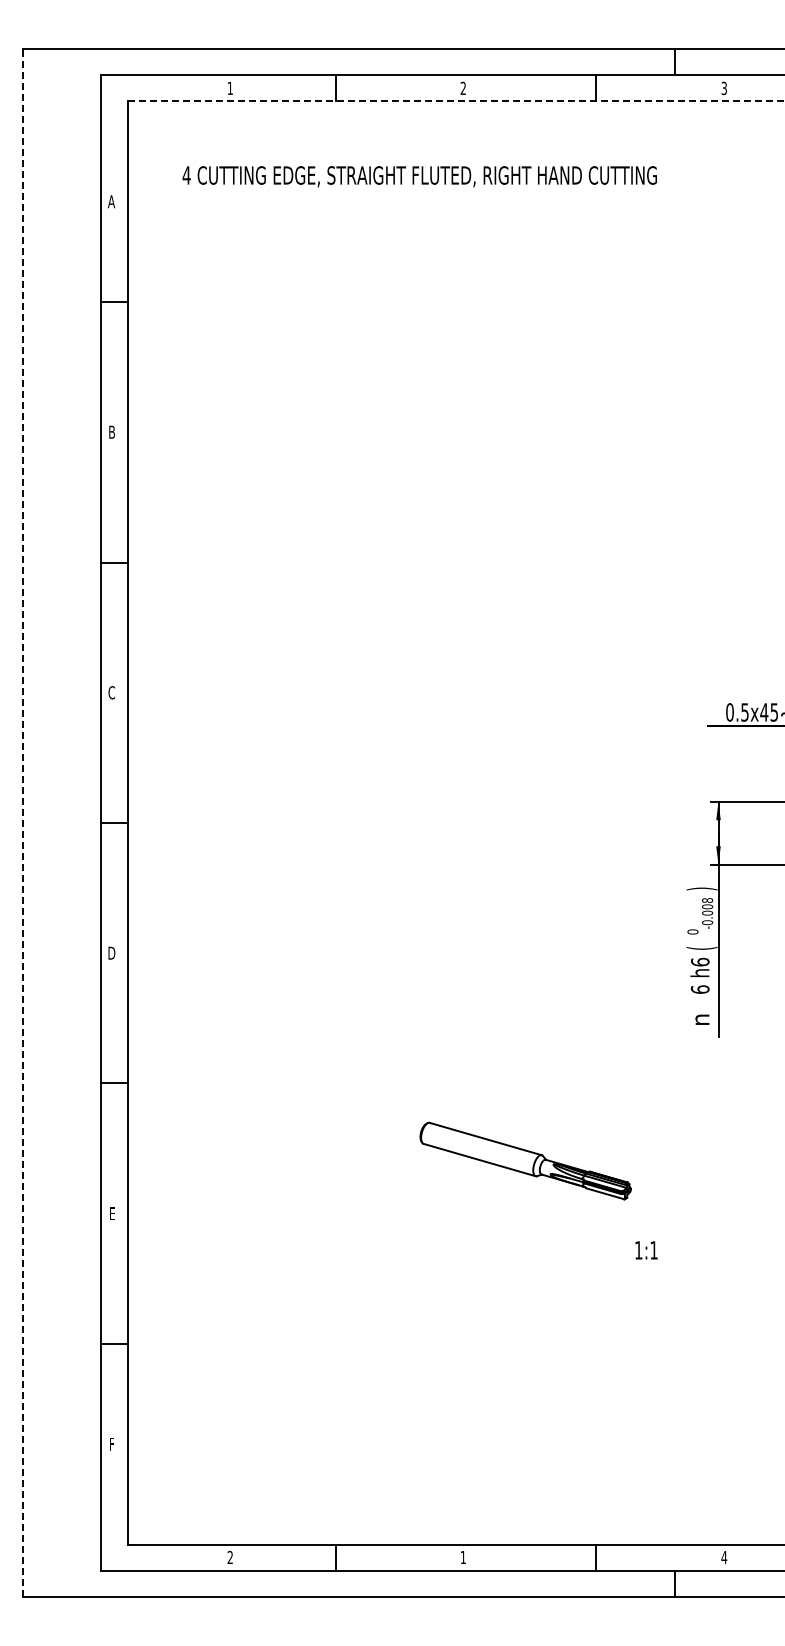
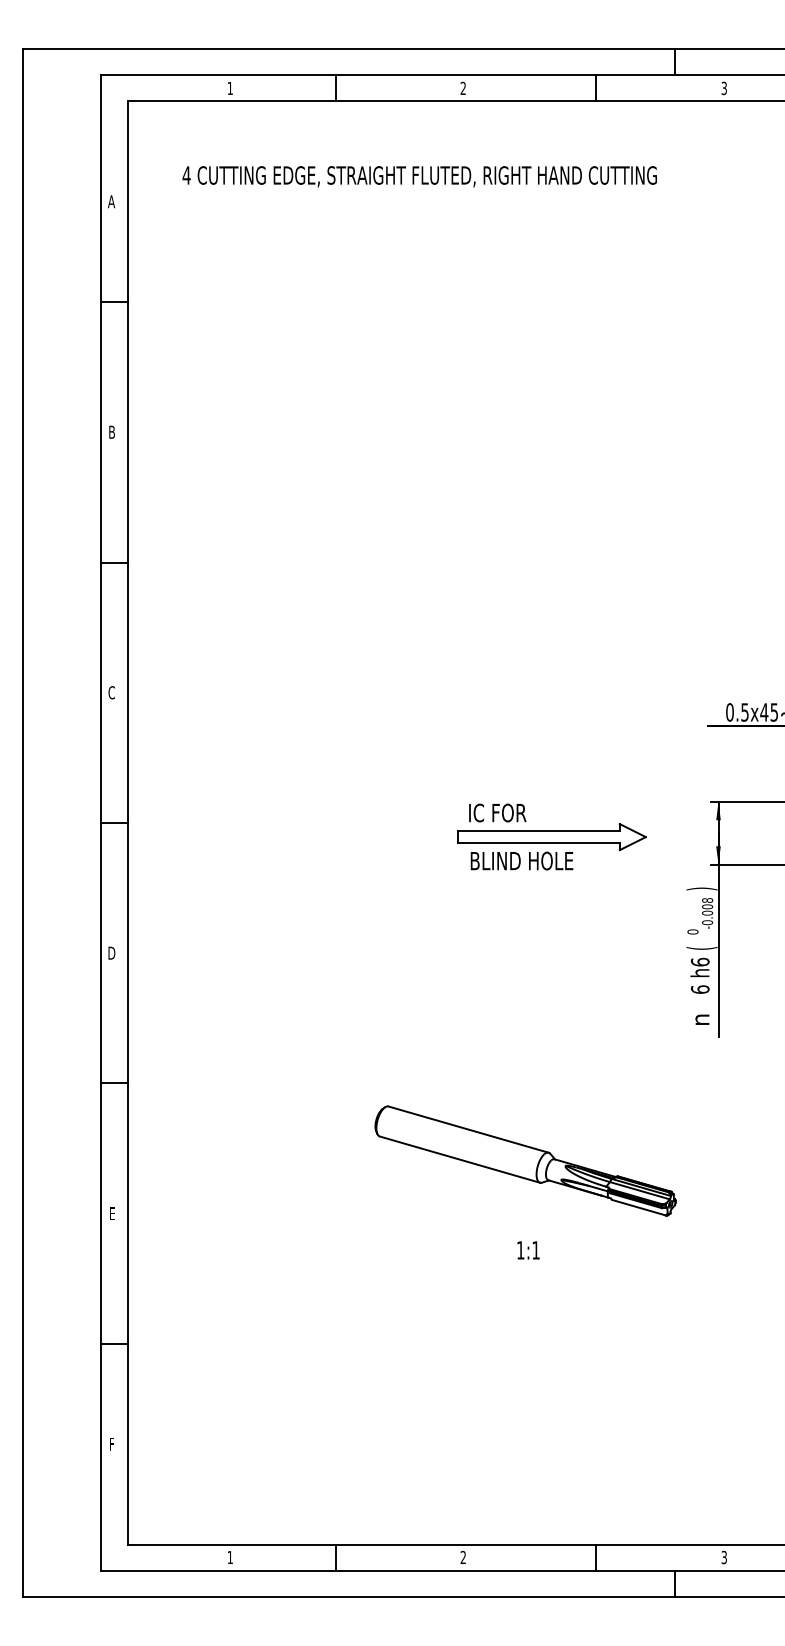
line at (456, 101): dashed -> solid
line at (23, 823): dashed -> solid
part at (551, 836): none -> present
part at (525, 1160) size: 213x80 px -> 303x112 px
text at (646, 1250) position: (646, 1250) -> (528, 1250)
text at (229, 1556): 2 -> 1
text at (462, 1556): 1 -> 2
text at (724, 1557): 4 -> 3
